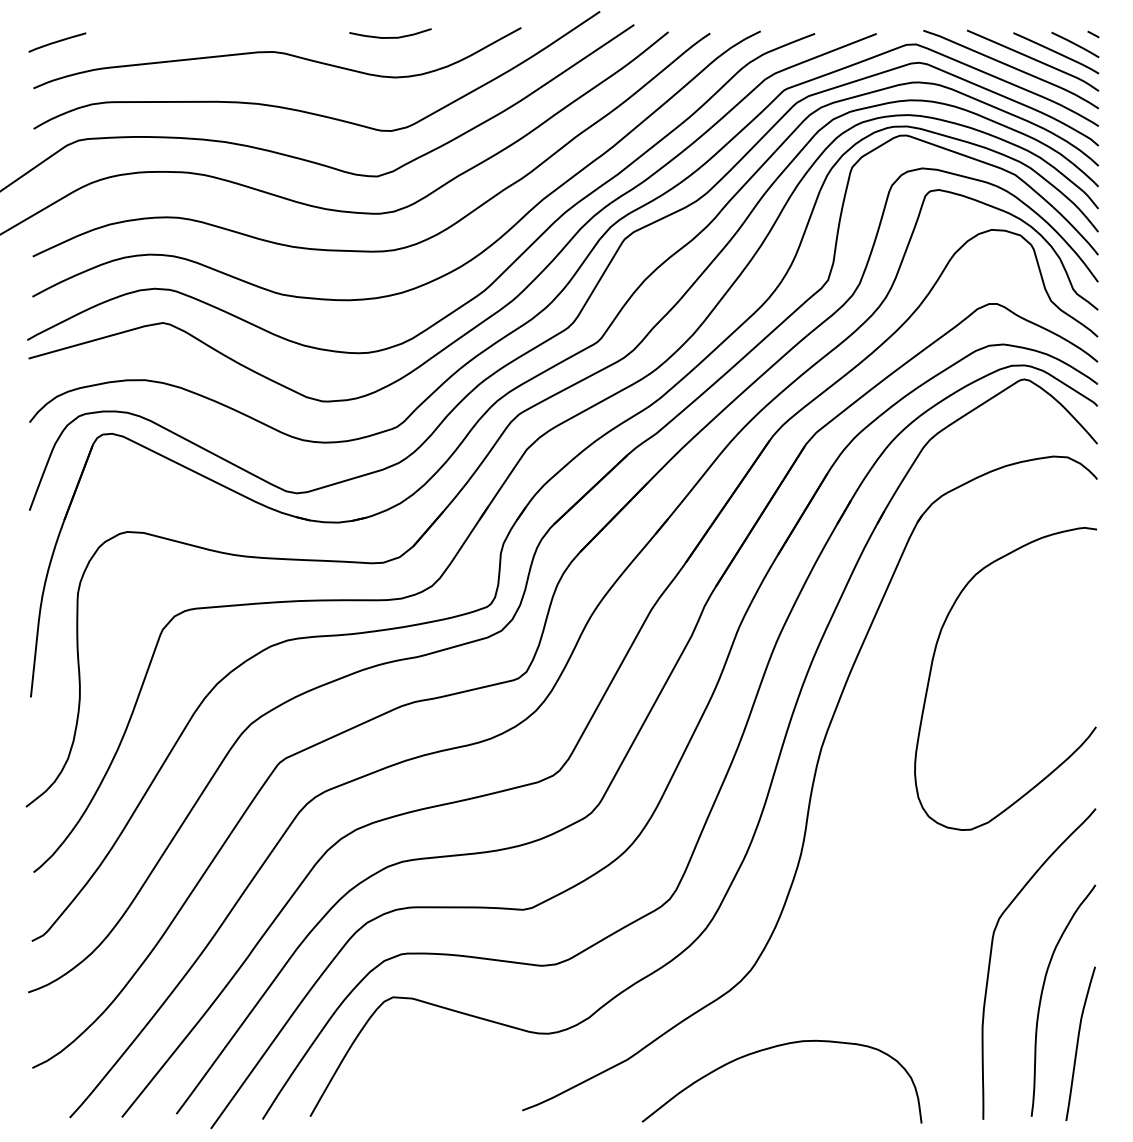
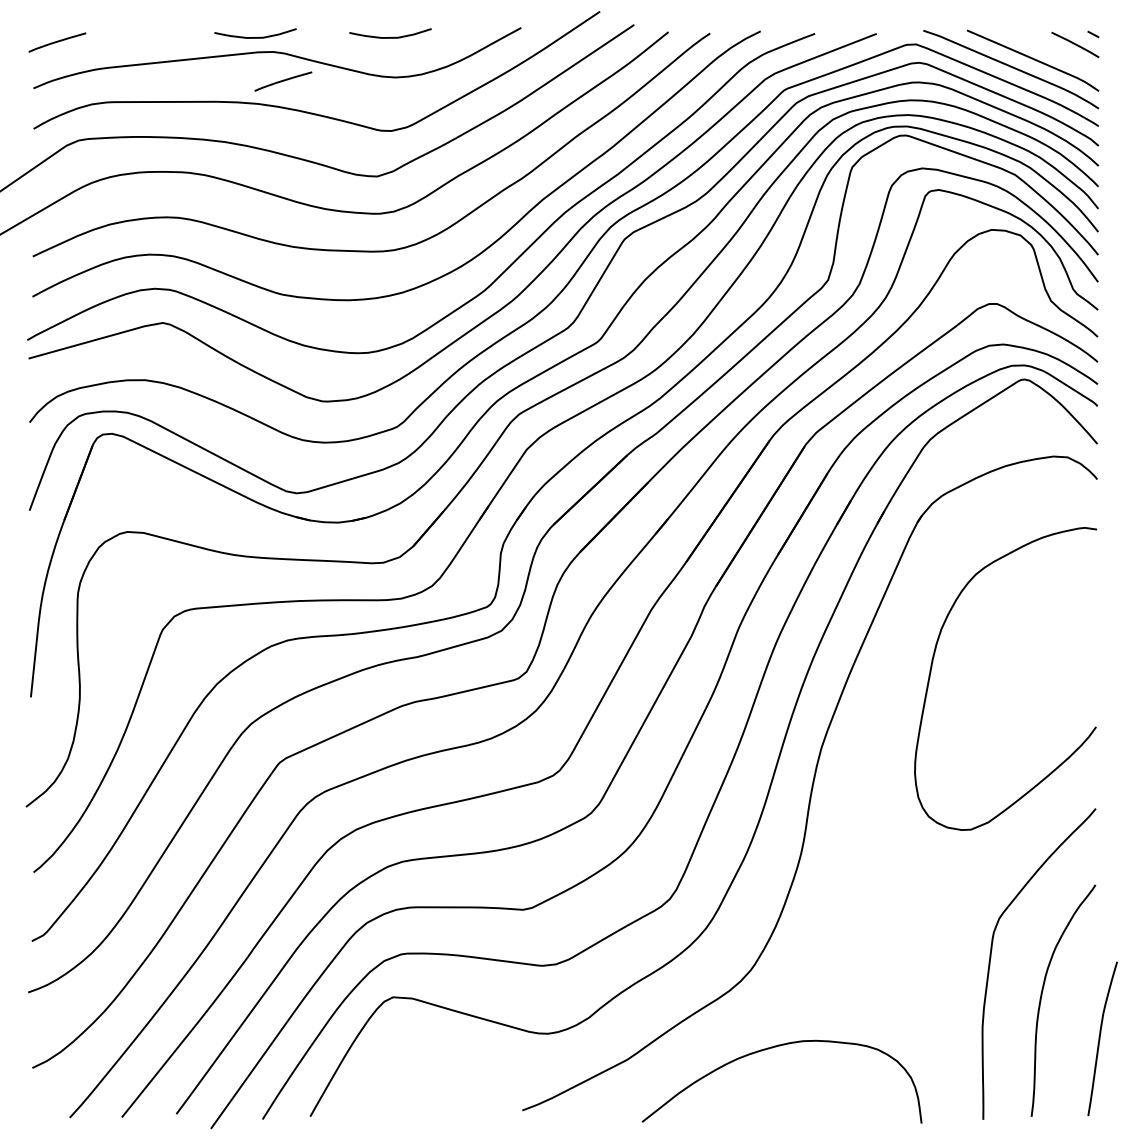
curve at (255, 37): none -> present
curve at (1056, 53): present -> none
line at (283, 81): none -> present
curve at (1078, 1043) position: (1078, 1043) -> (1100, 1038)
